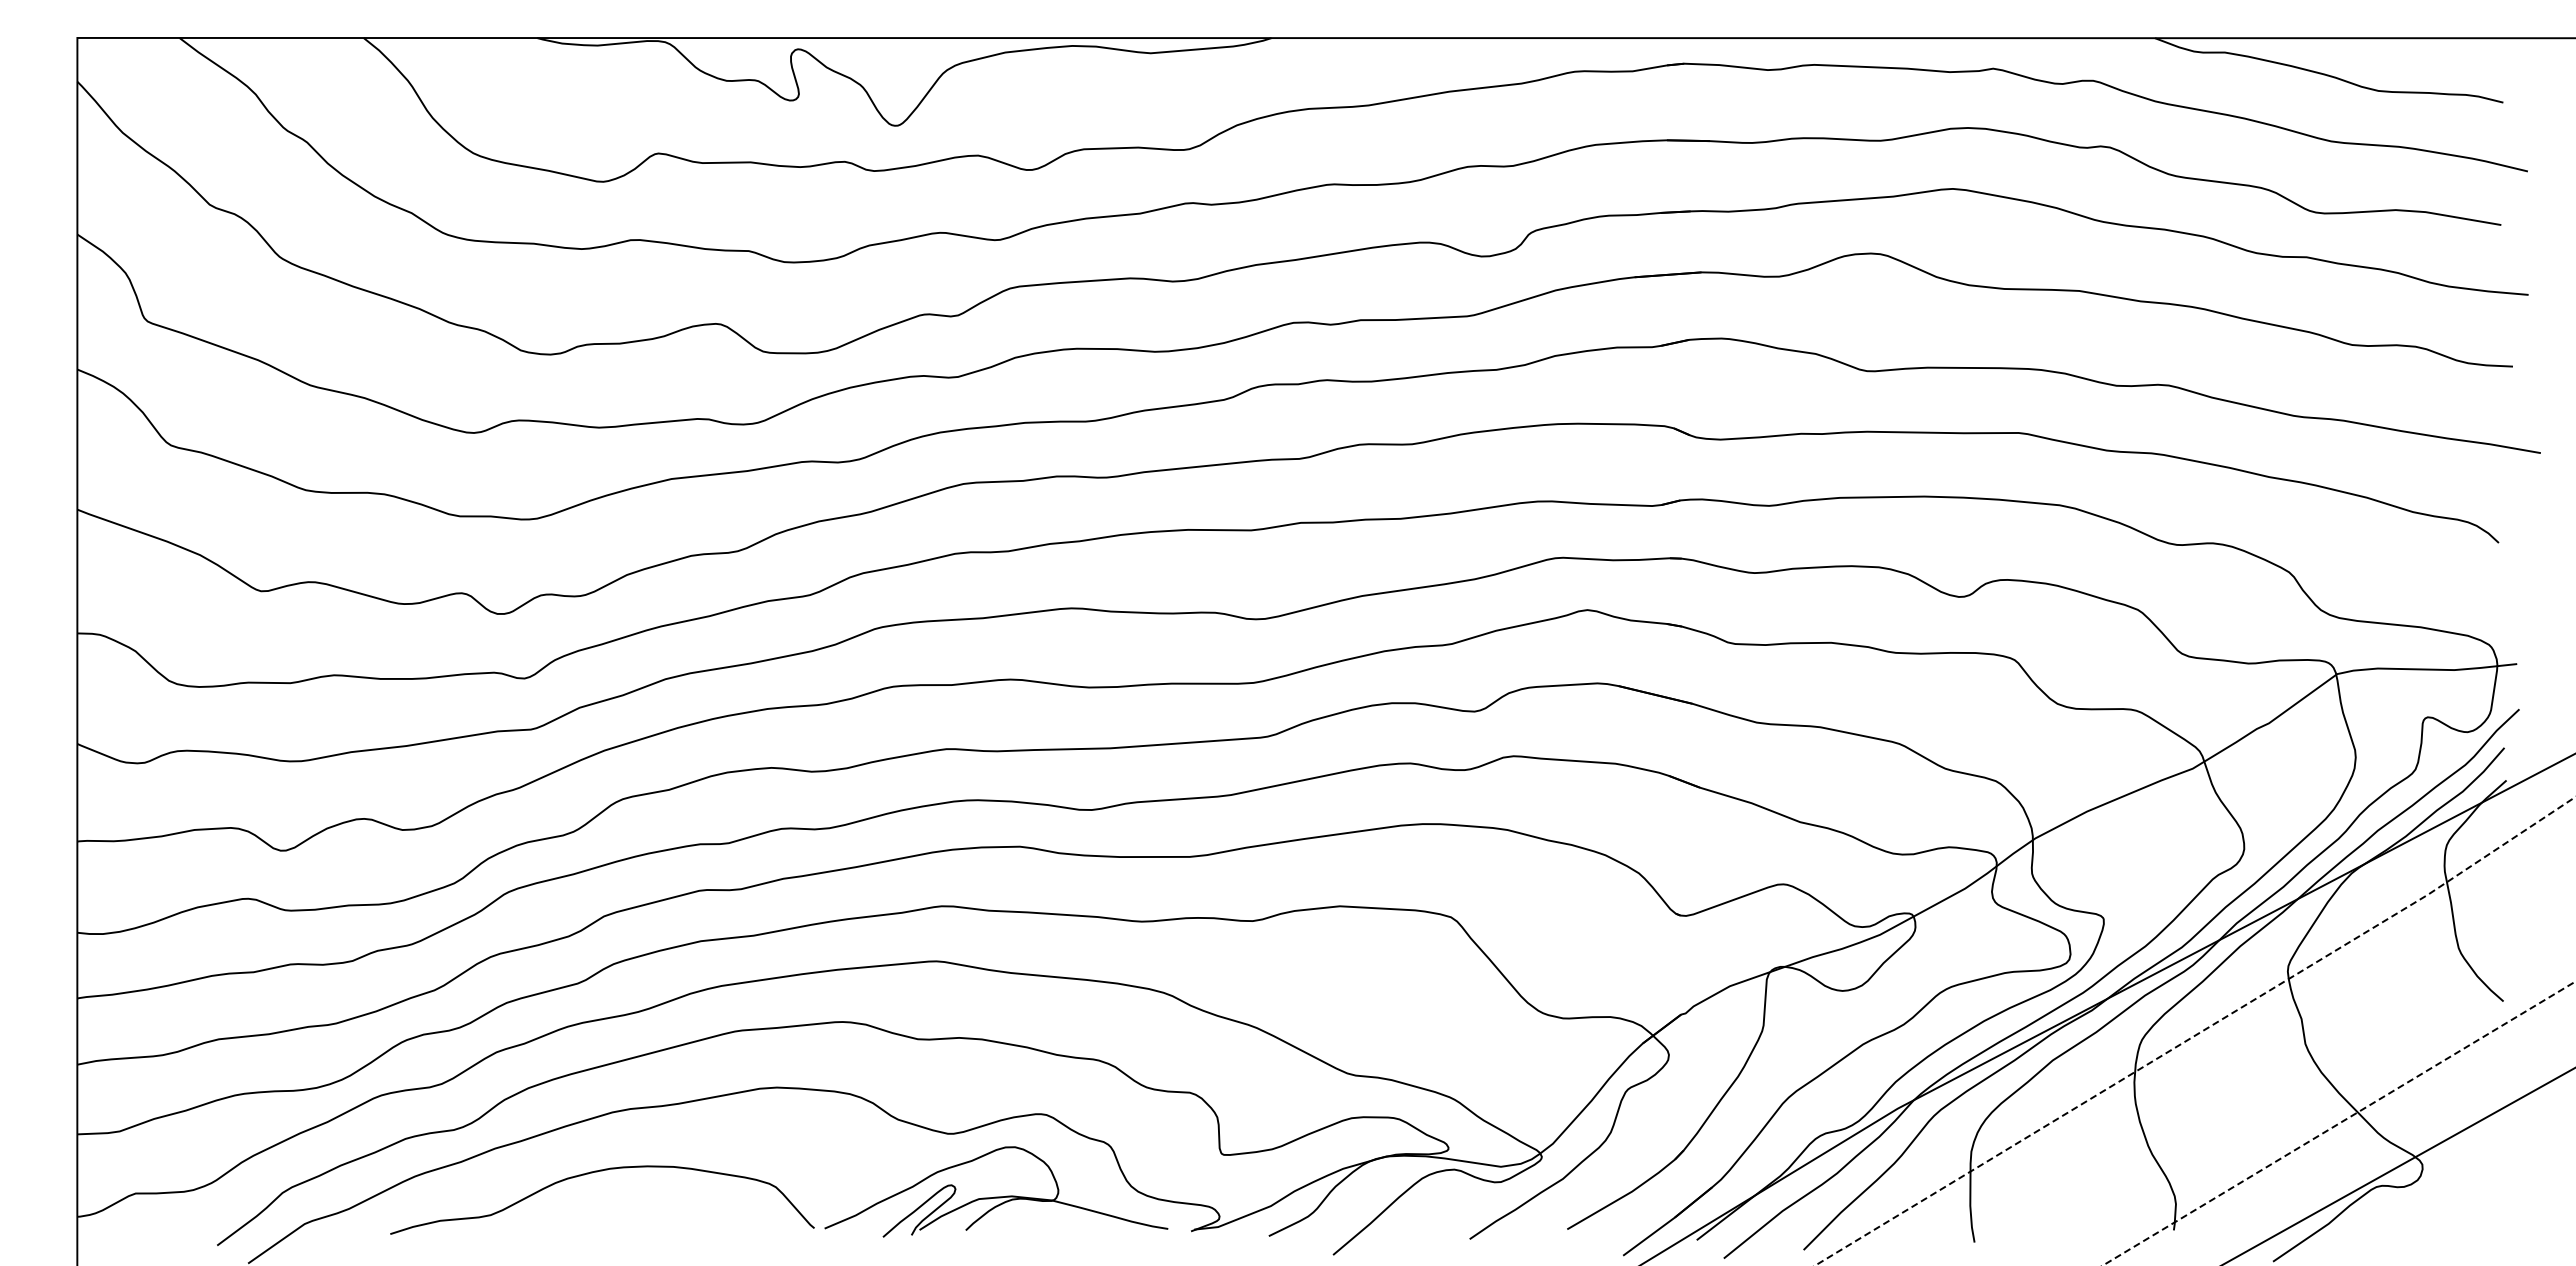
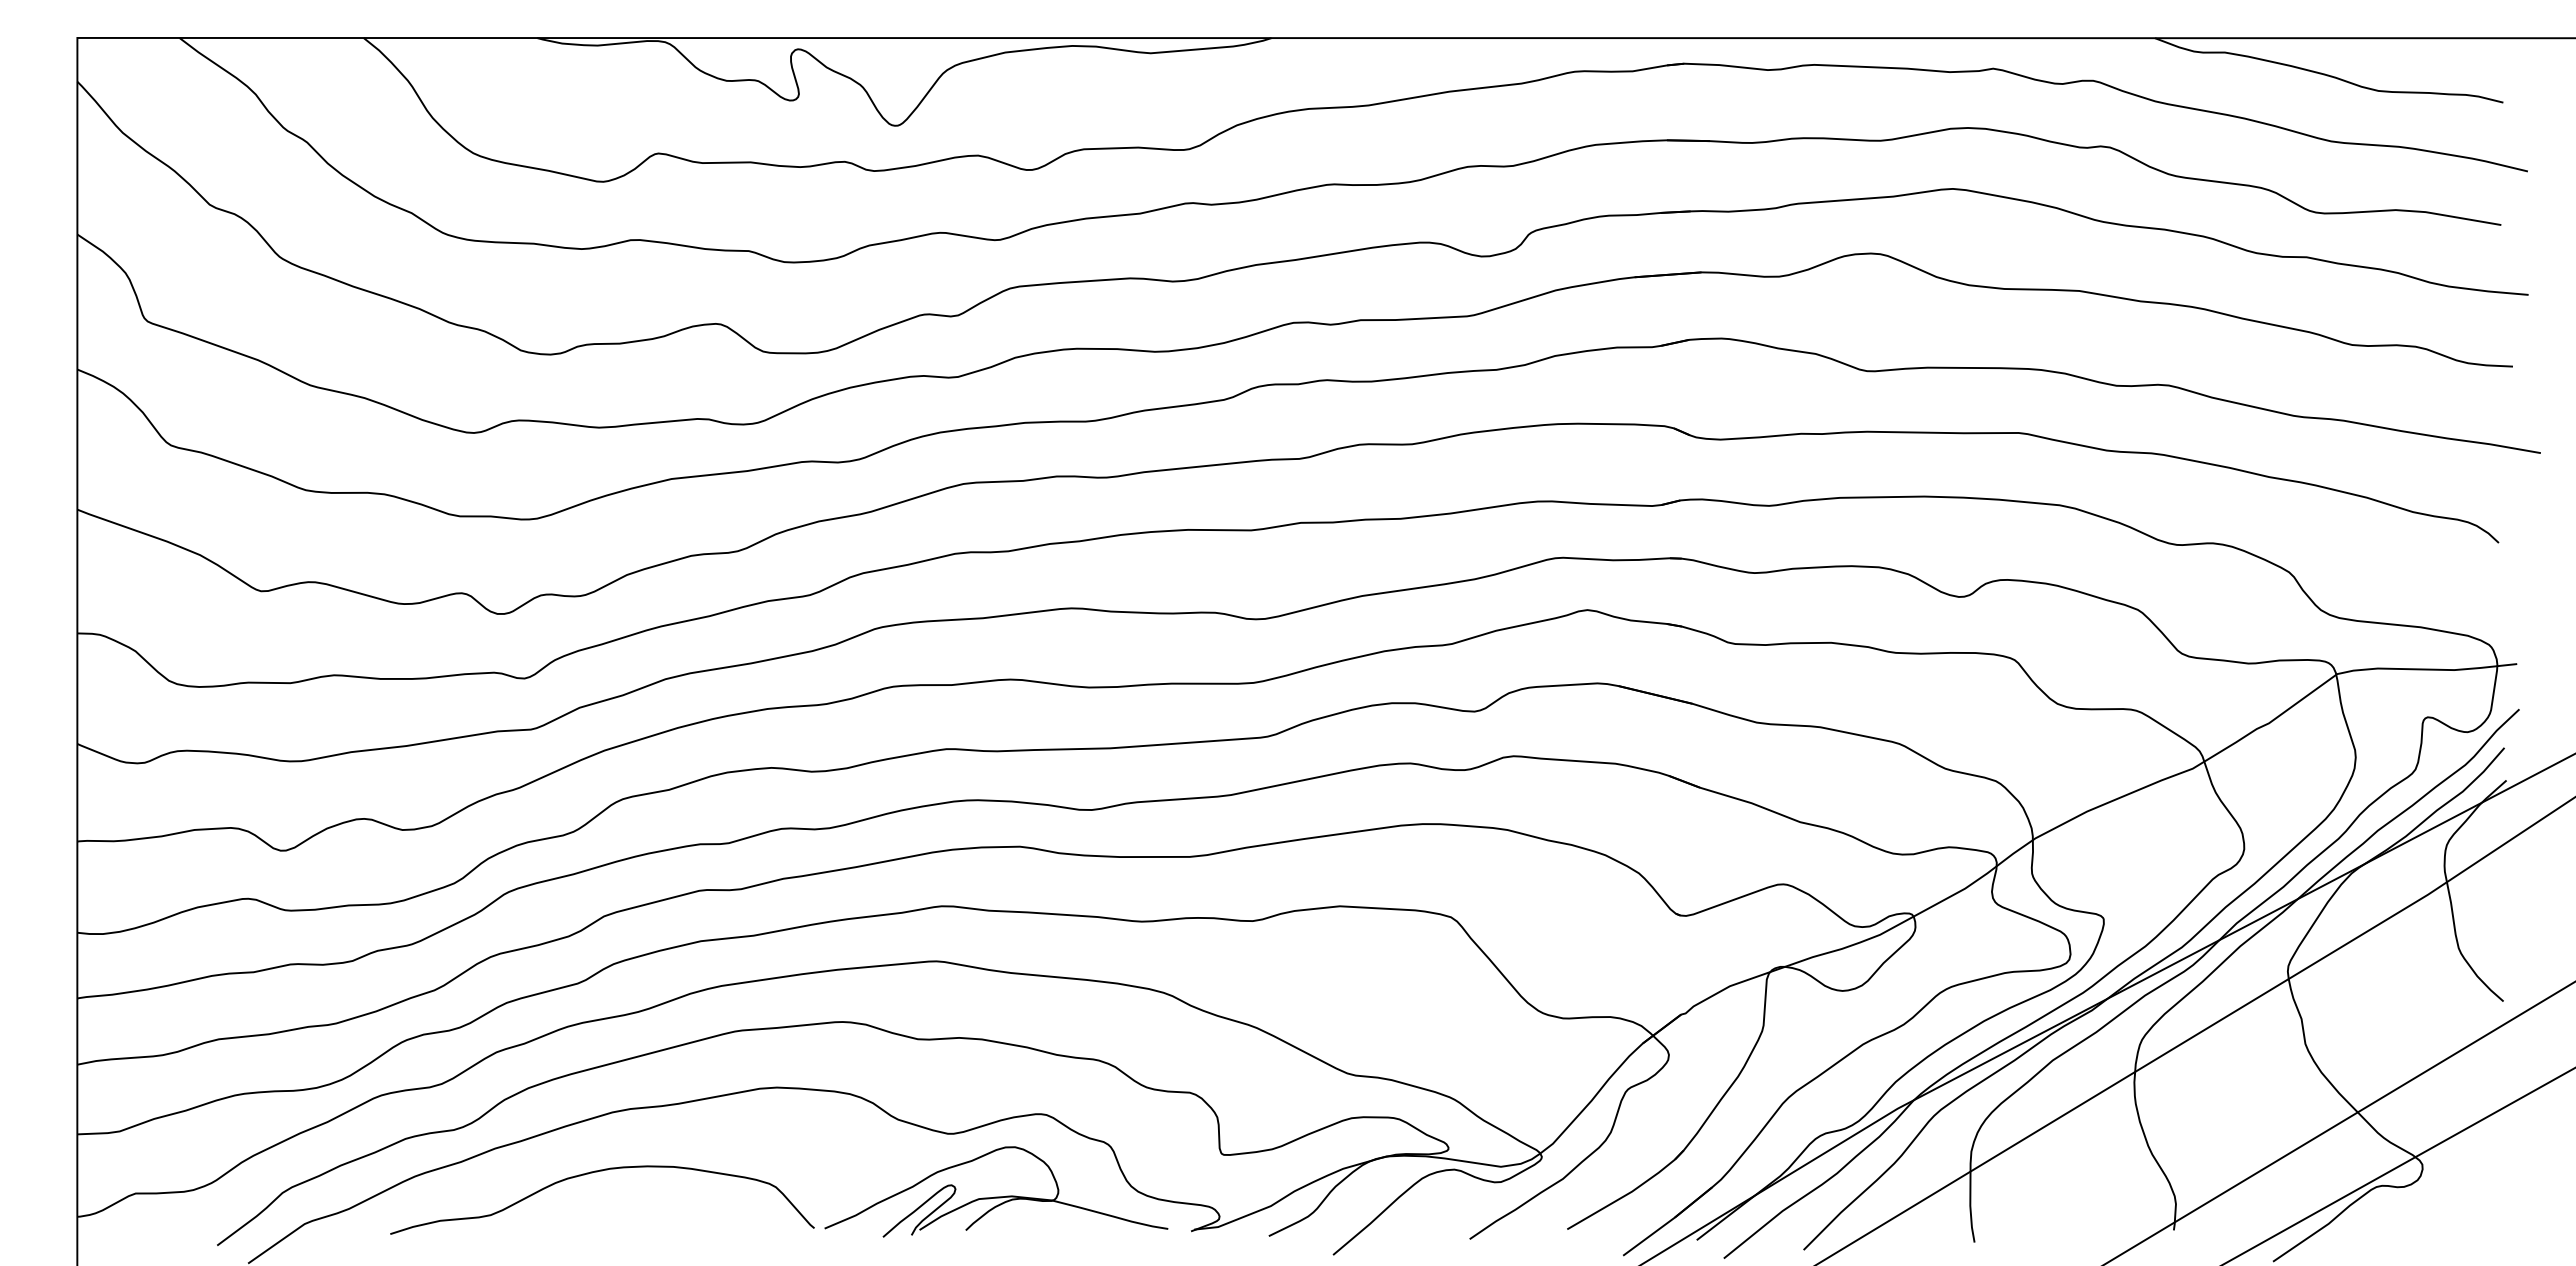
line at (2197, 1034): dashed -> solid
line at (2338, 1123): dashed -> solid
